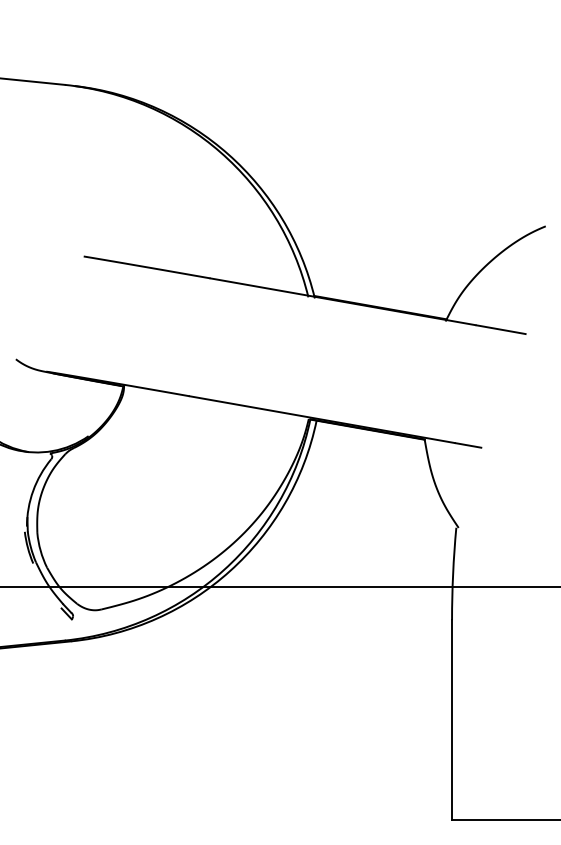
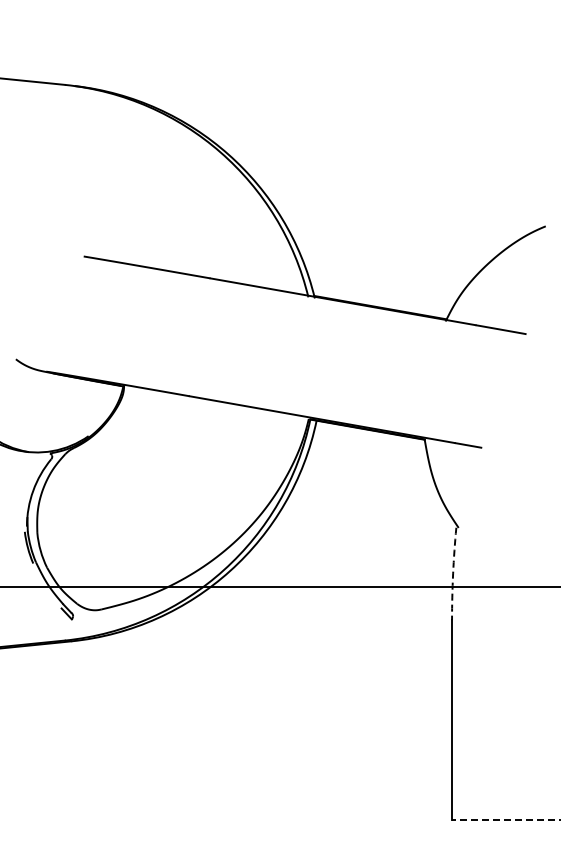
arc at (453, 573): solid -> dashed
line at (506, 819): solid -> dashed
